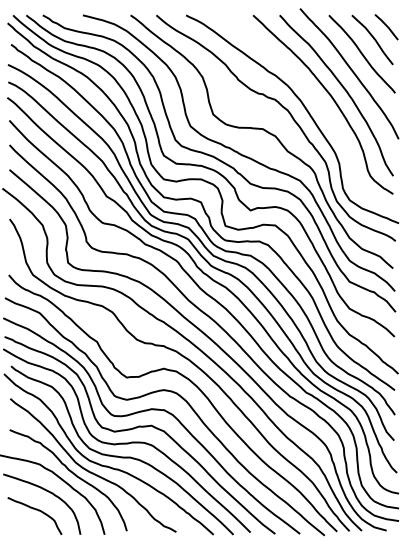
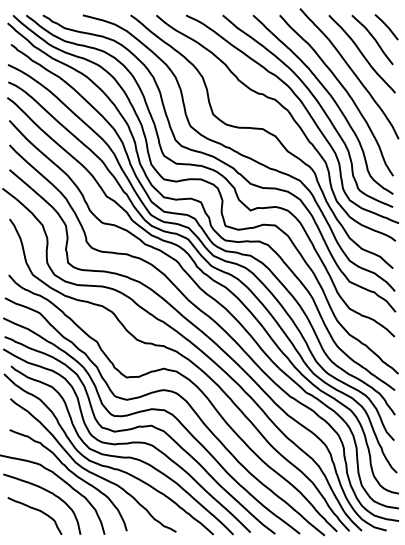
curve at (317, 103): none -> present
